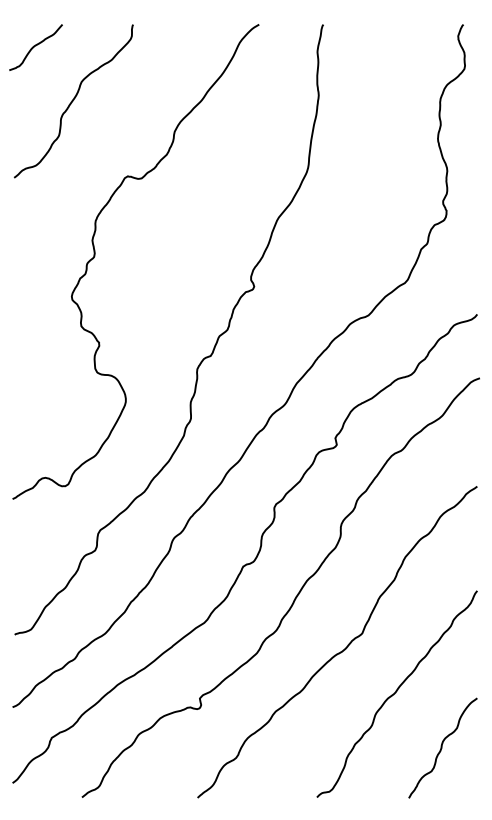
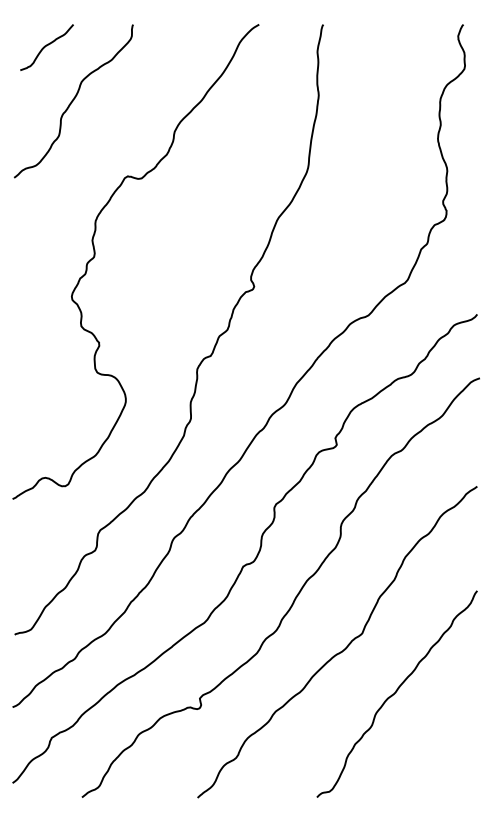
curve at (35, 46) position: (35, 46) -> (46, 46)
curve at (442, 747): present -> none
